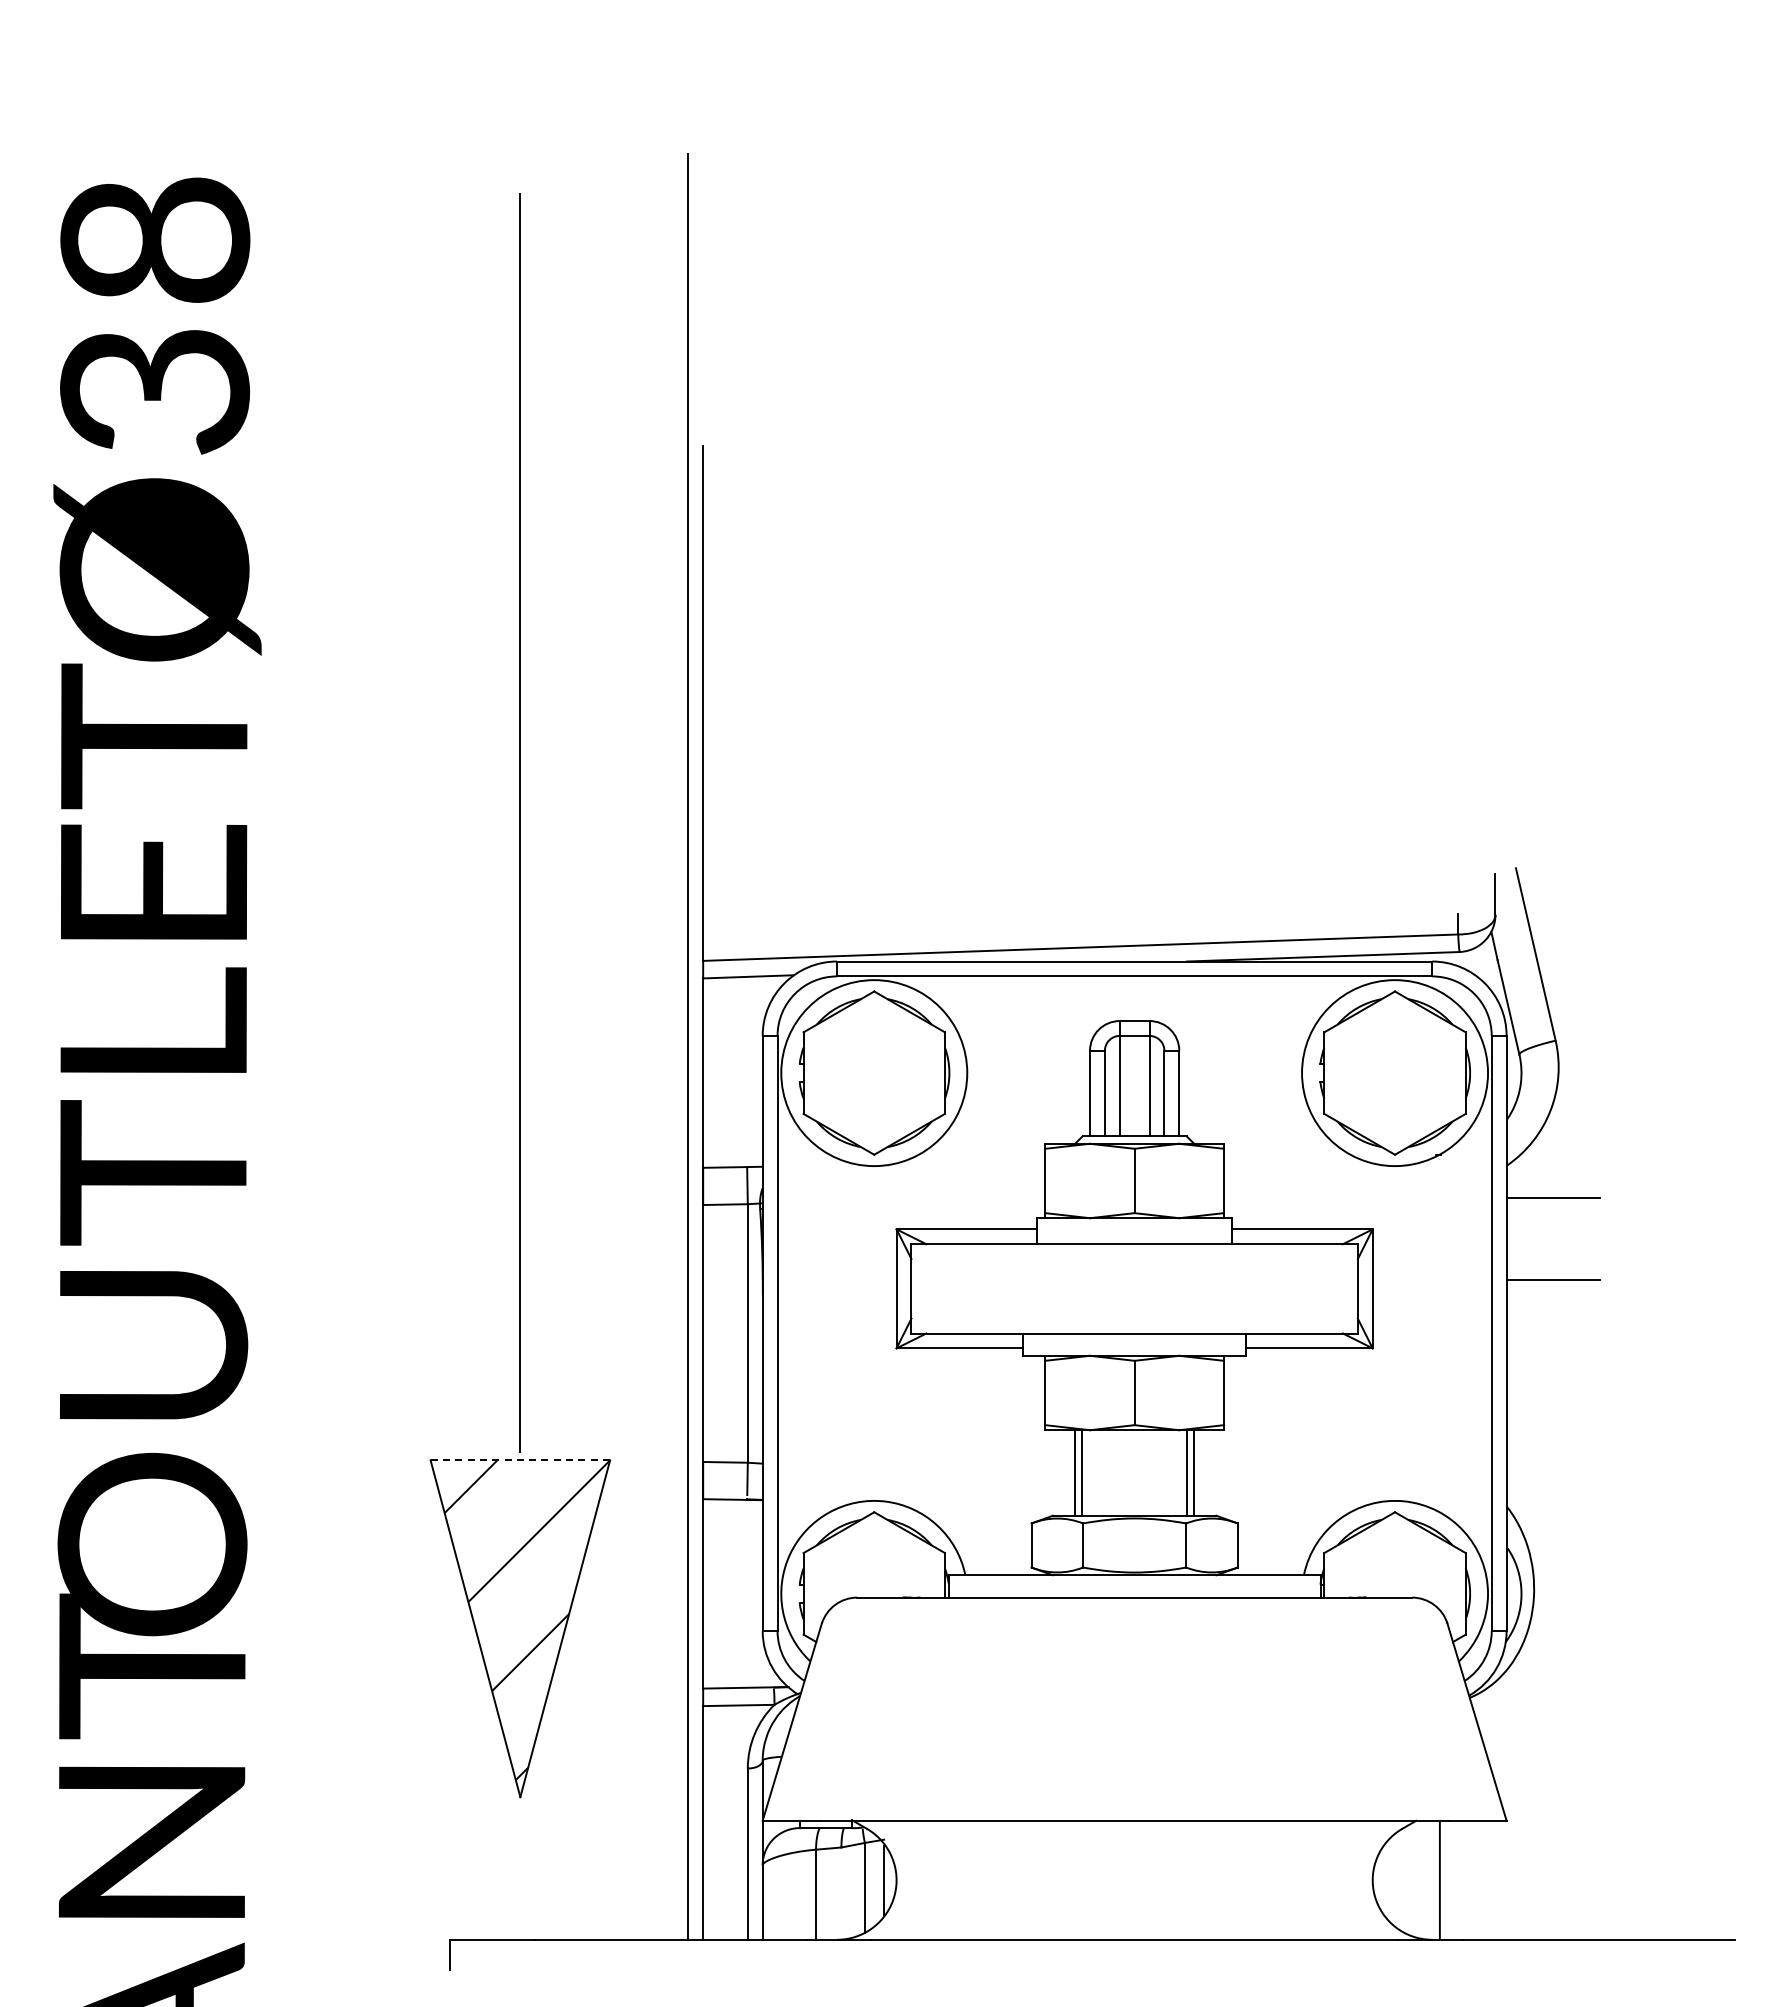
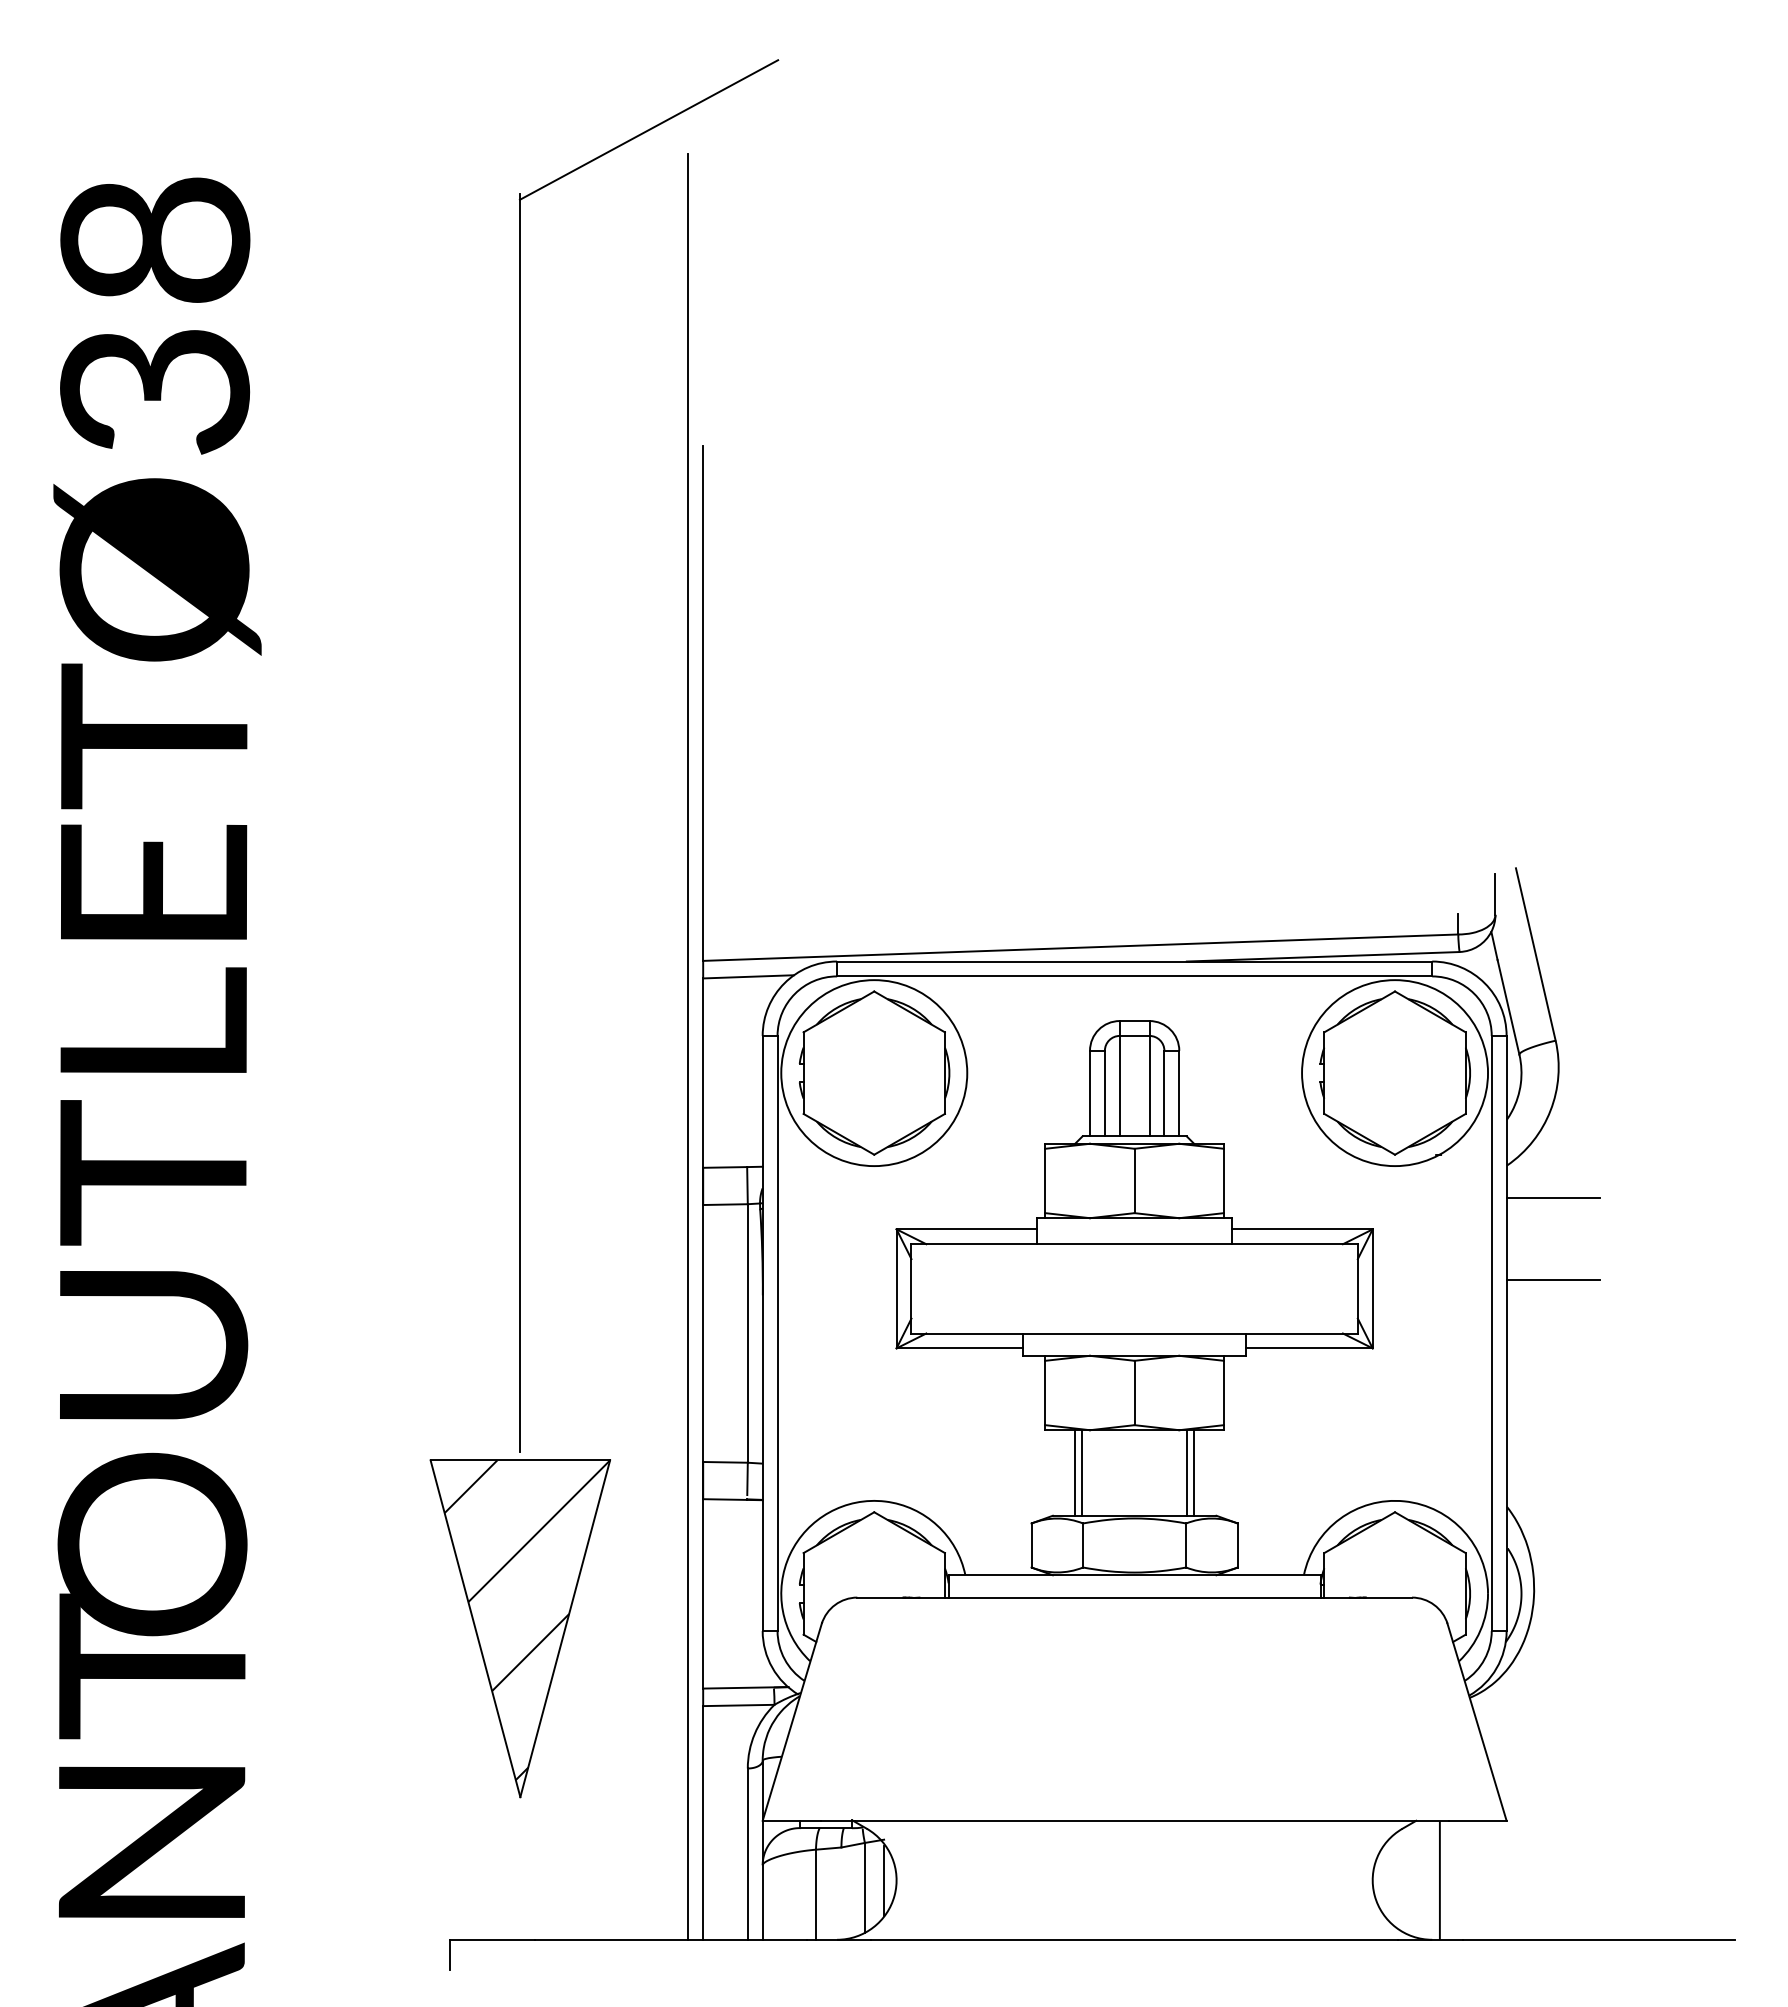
line at (648, 129): none -> present
line at (520, 1460): dashed -> solid
